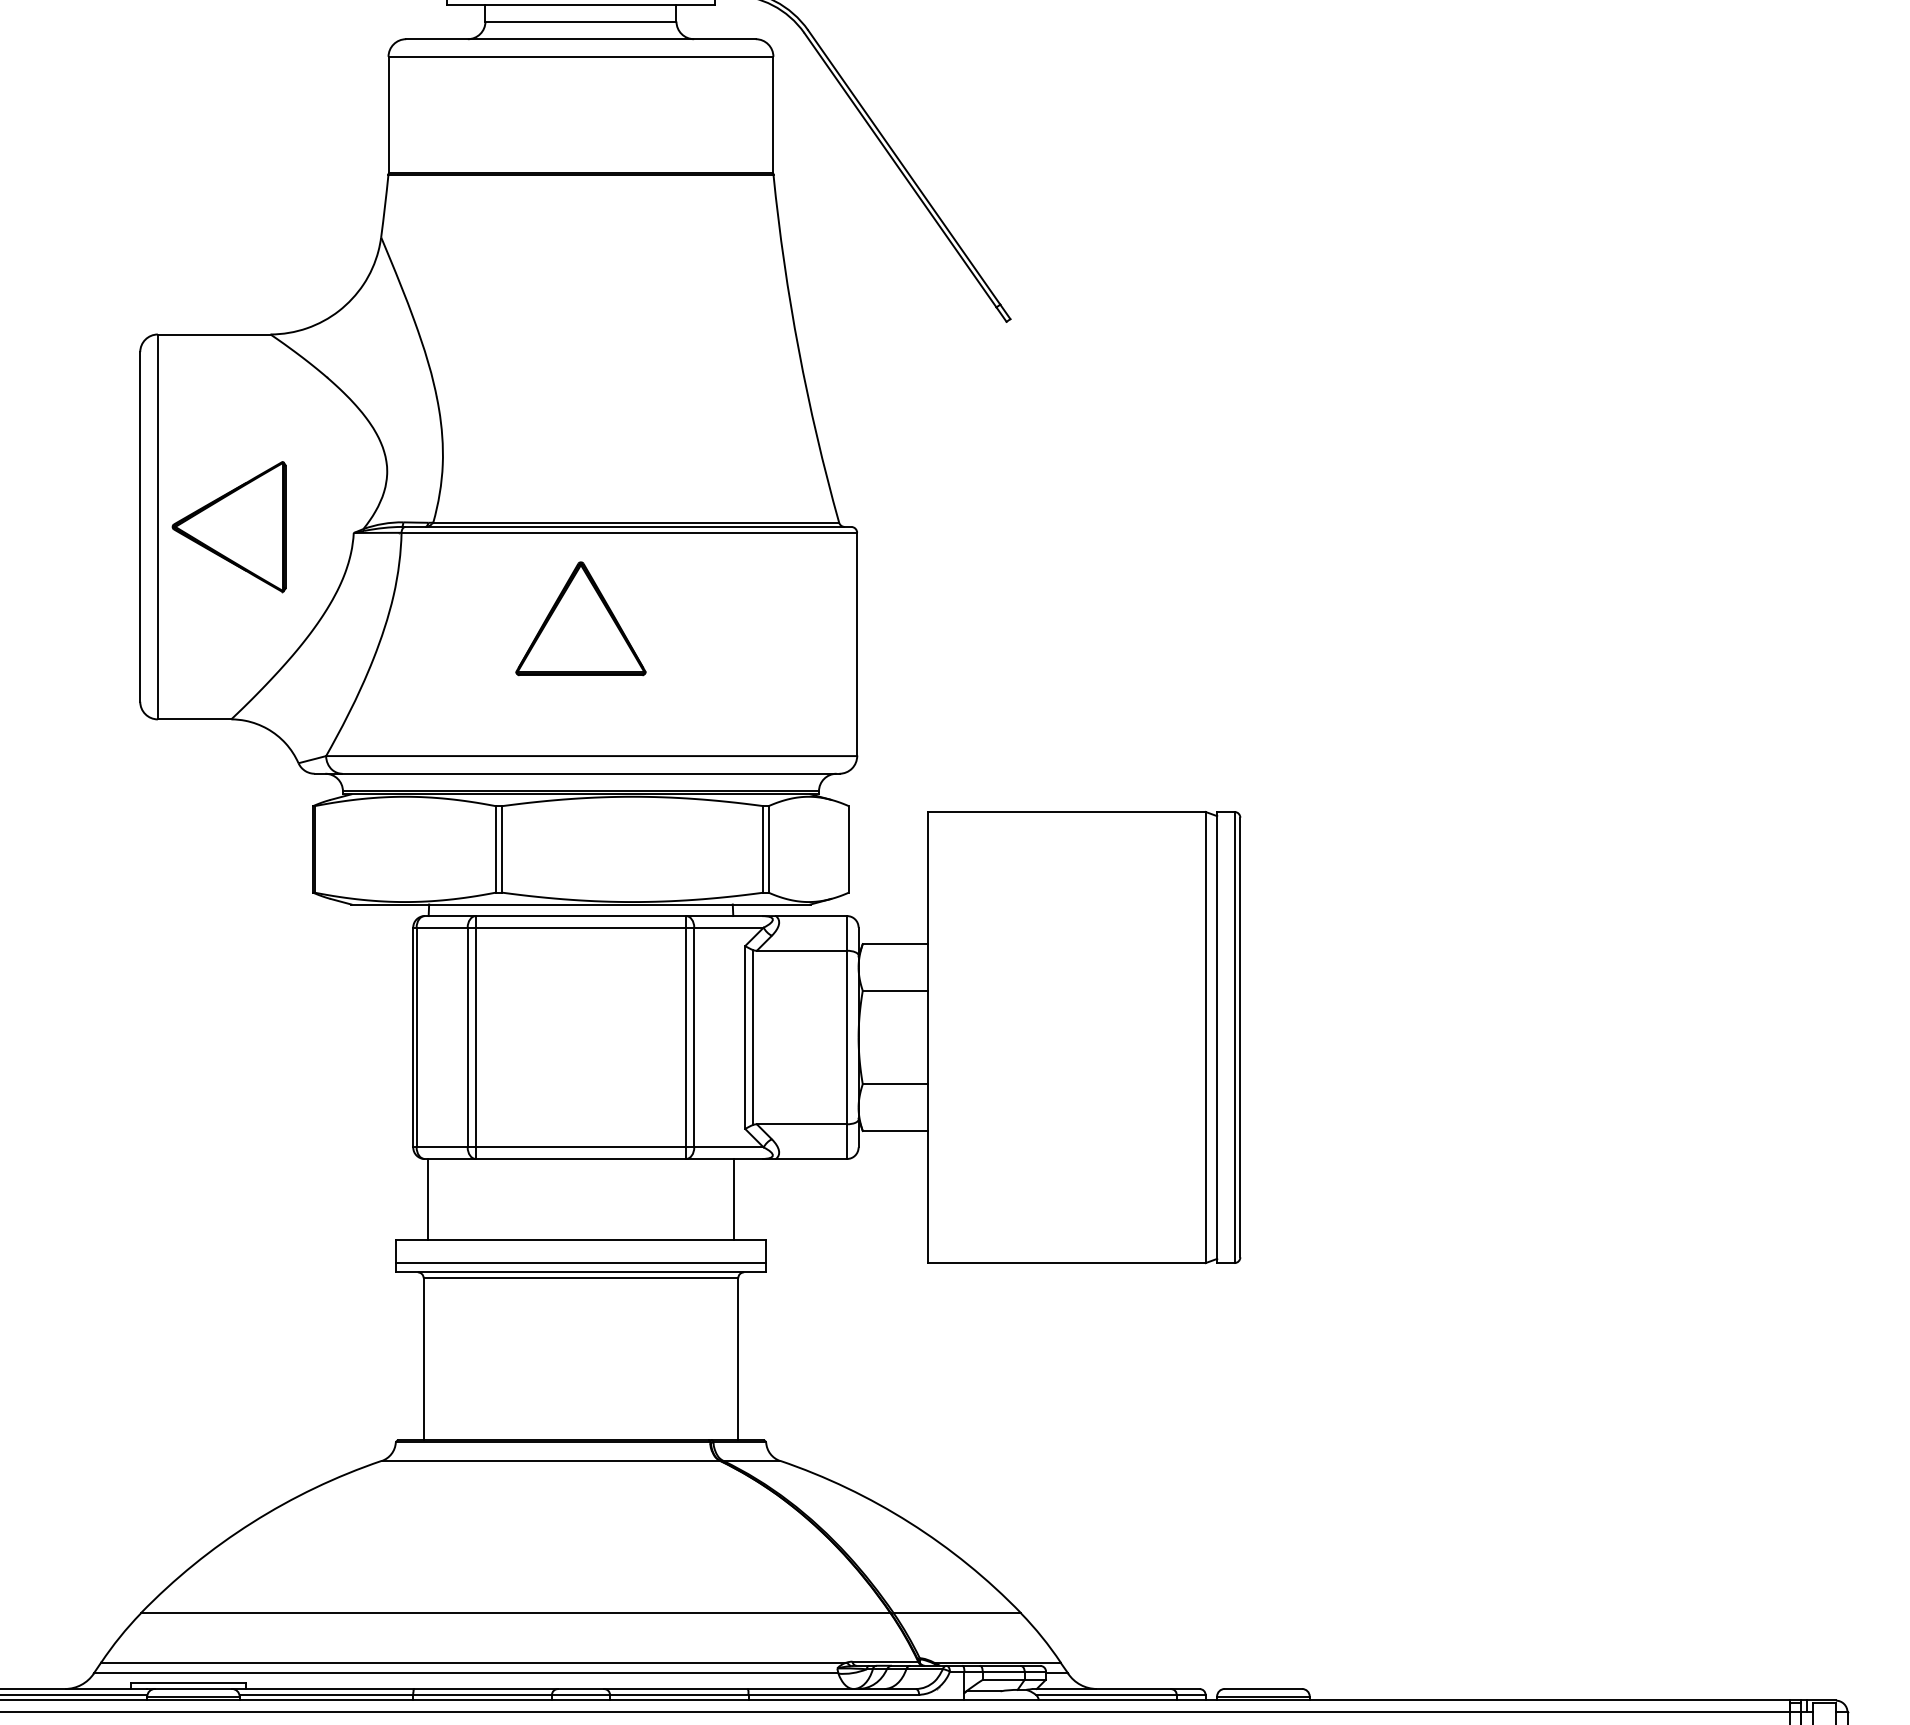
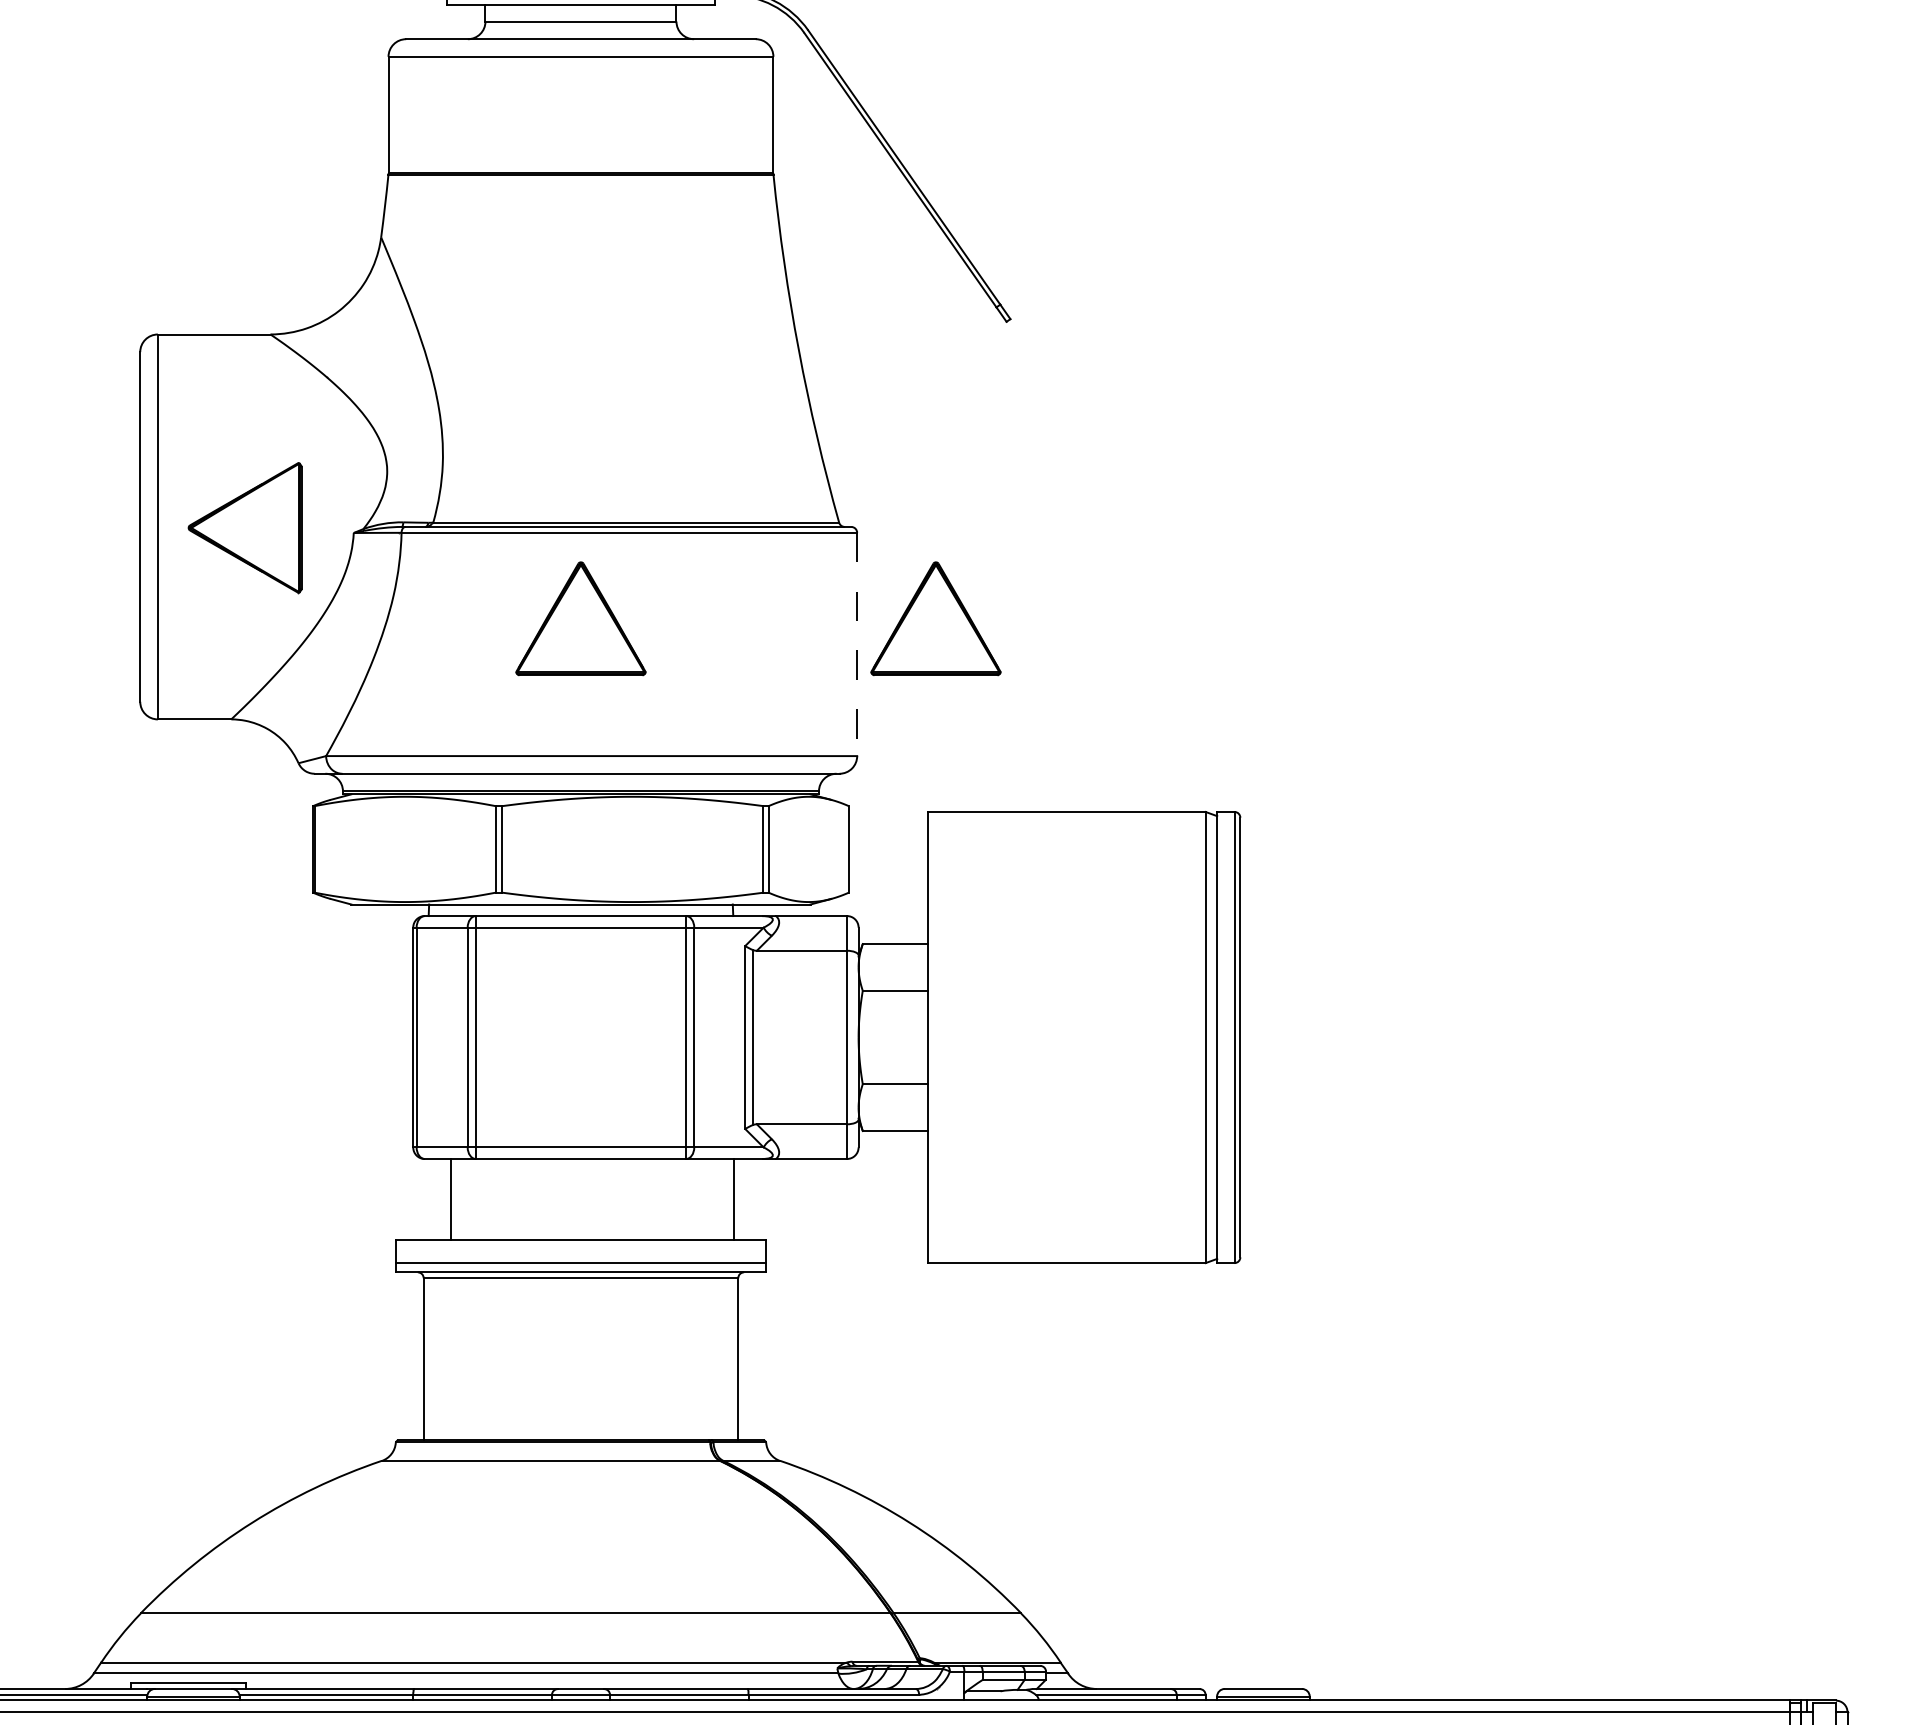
part at (228, 527) position: (228, 527) -> (244, 528)
part at (935, 618): none -> present
line at (857, 644): solid -> dashed
line at (428, 1199) position: (428, 1199) -> (451, 1199)
